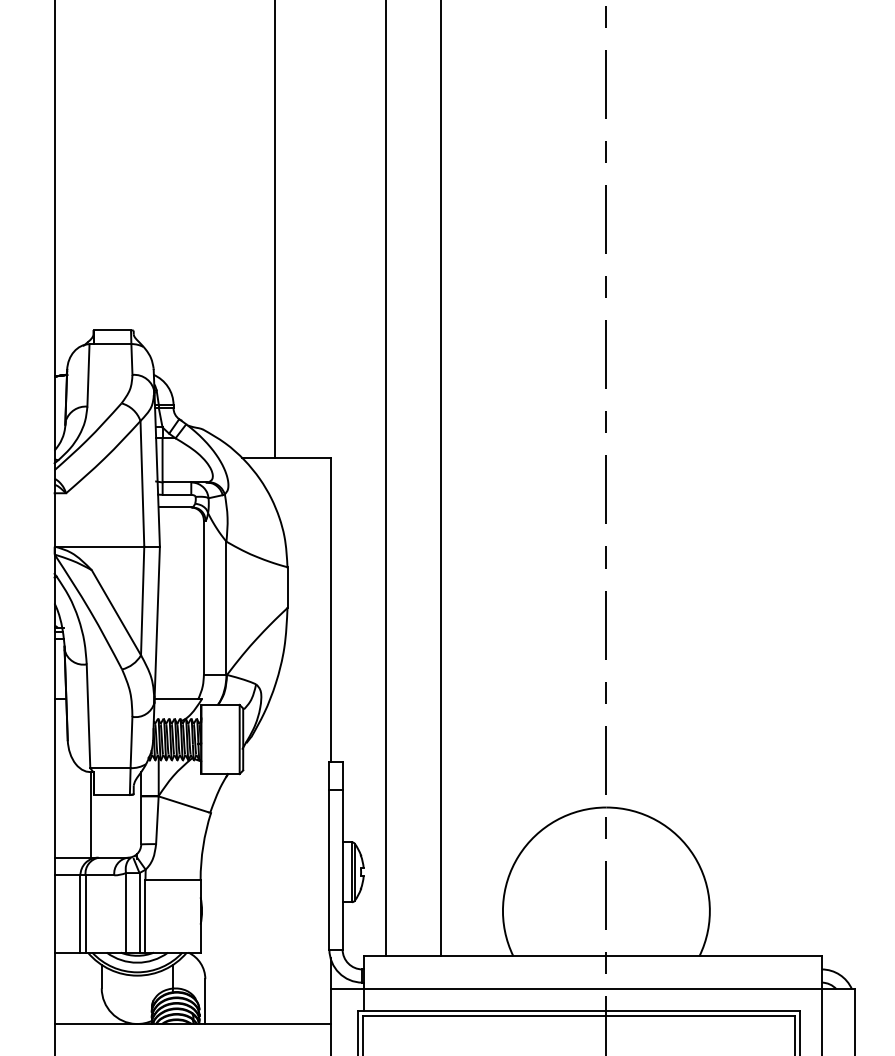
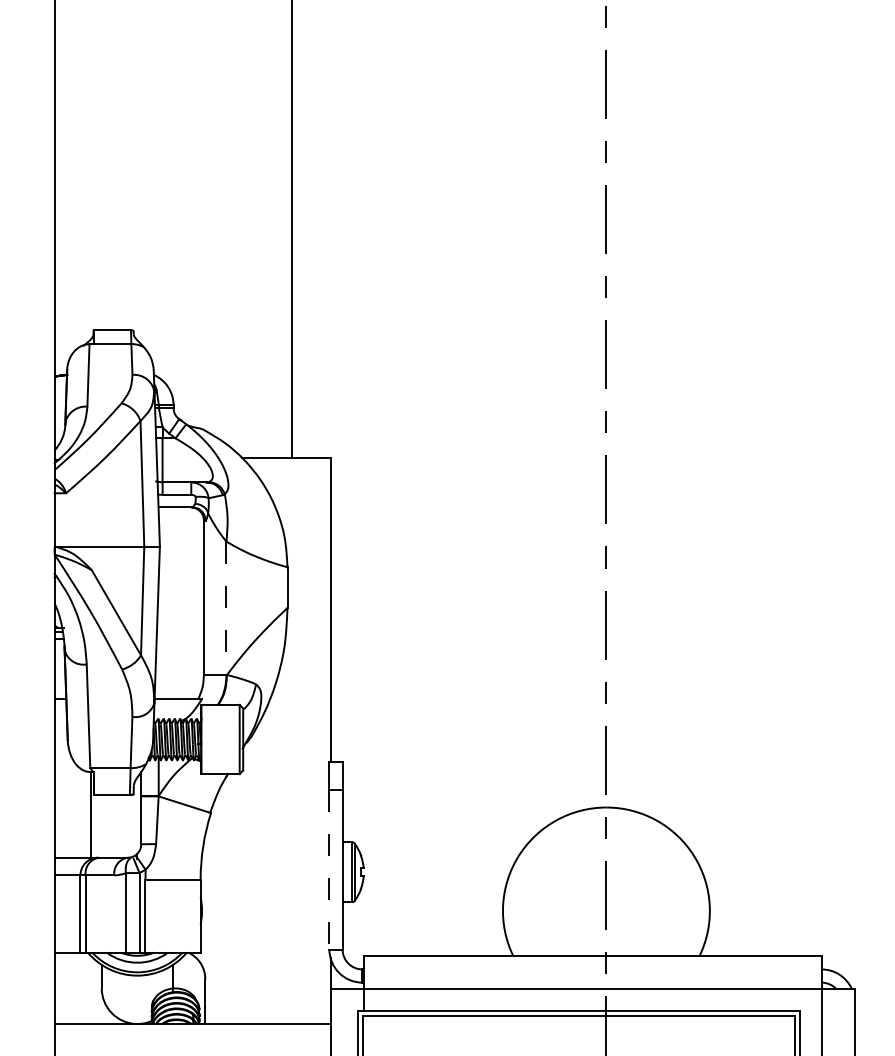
line at (275, 230) position: (275, 230) -> (292, 230)
line at (385, 479): present -> none
line at (440, 479): present -> none
line at (226, 608): solid -> dashed
line at (329, 870): solid -> dashed
